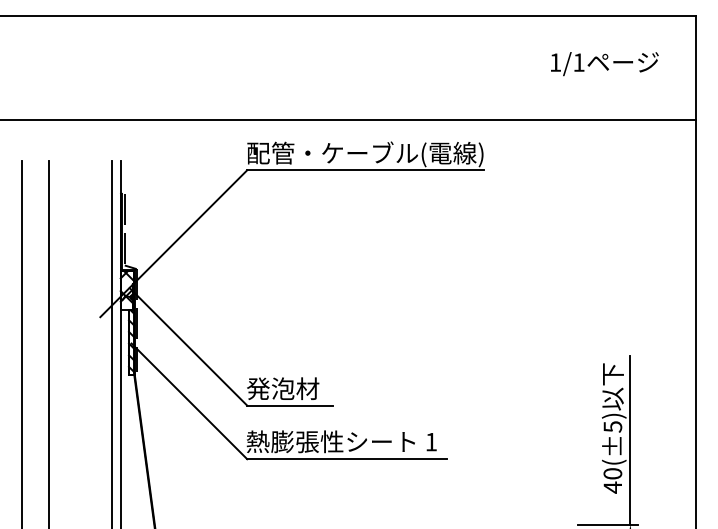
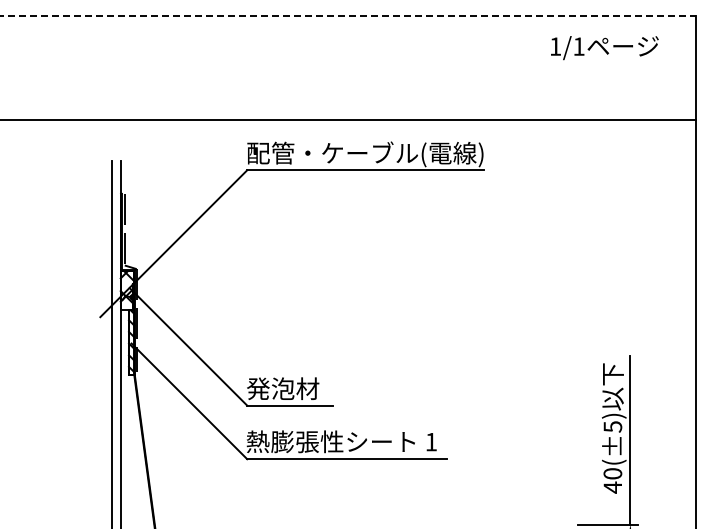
line at (348, 15): solid -> dashed
text at (604, 64) position: (604, 64) -> (604, 48)
line at (22, 343): present -> none
line at (49, 343): present -> none
